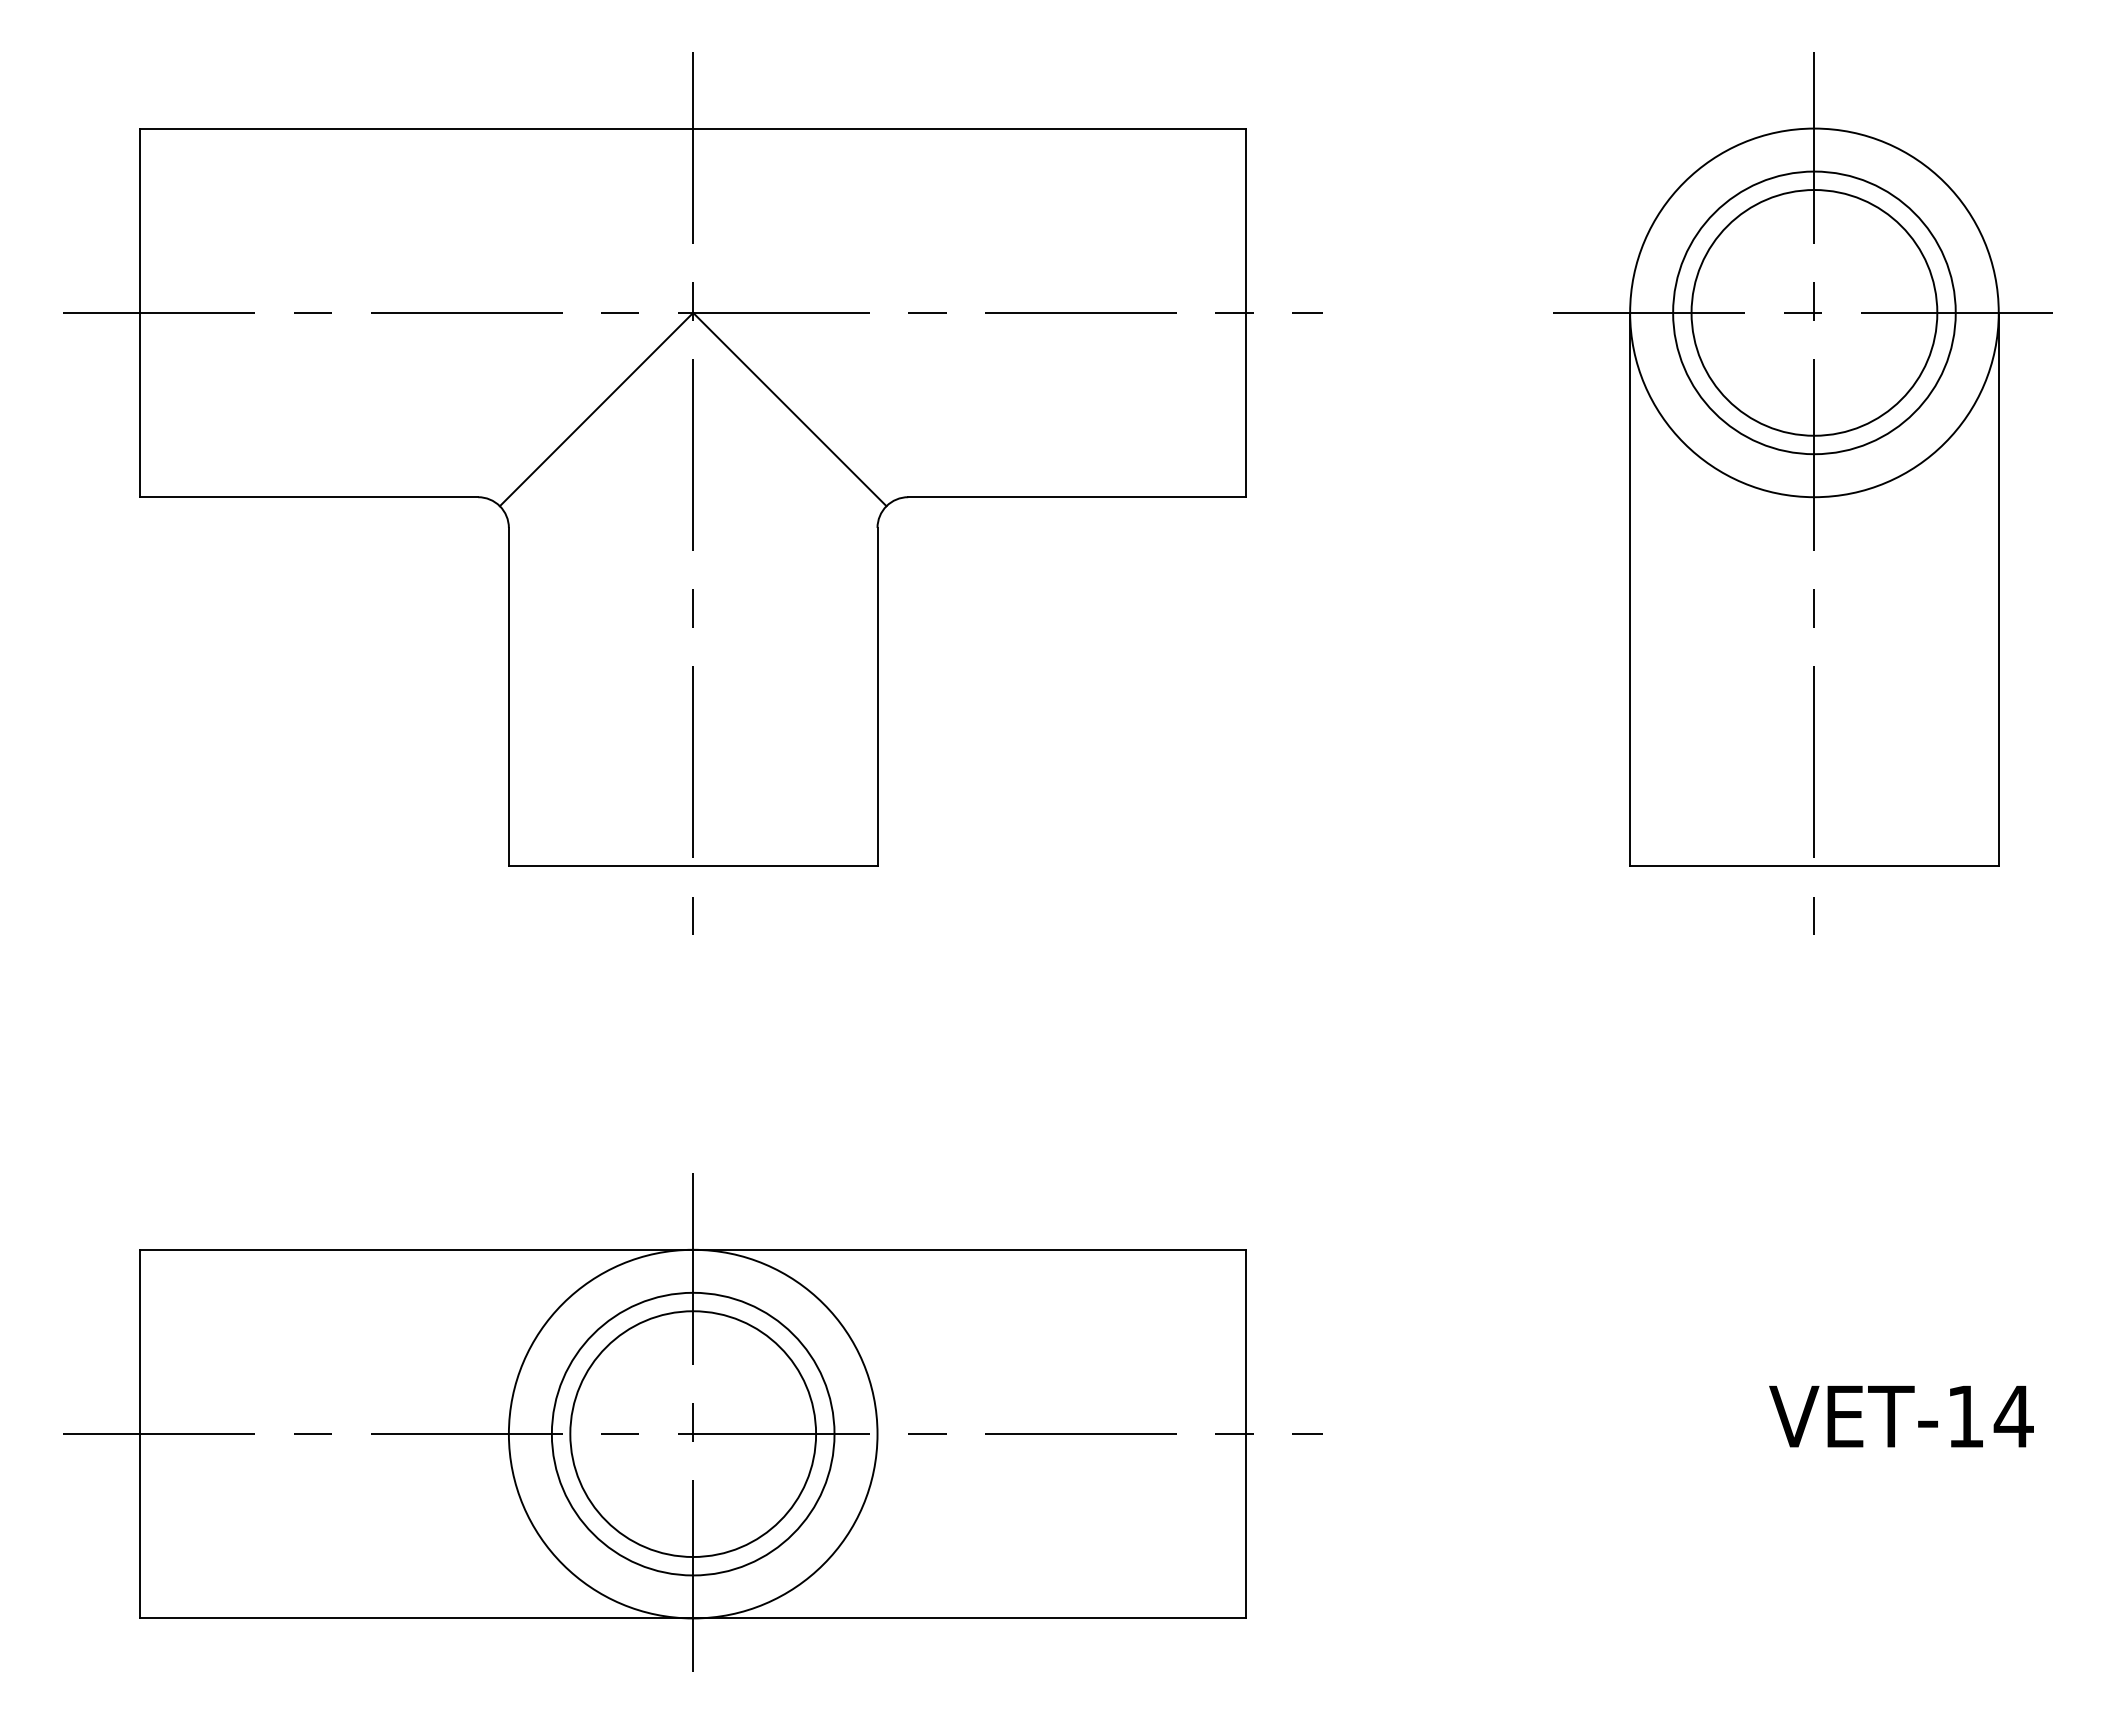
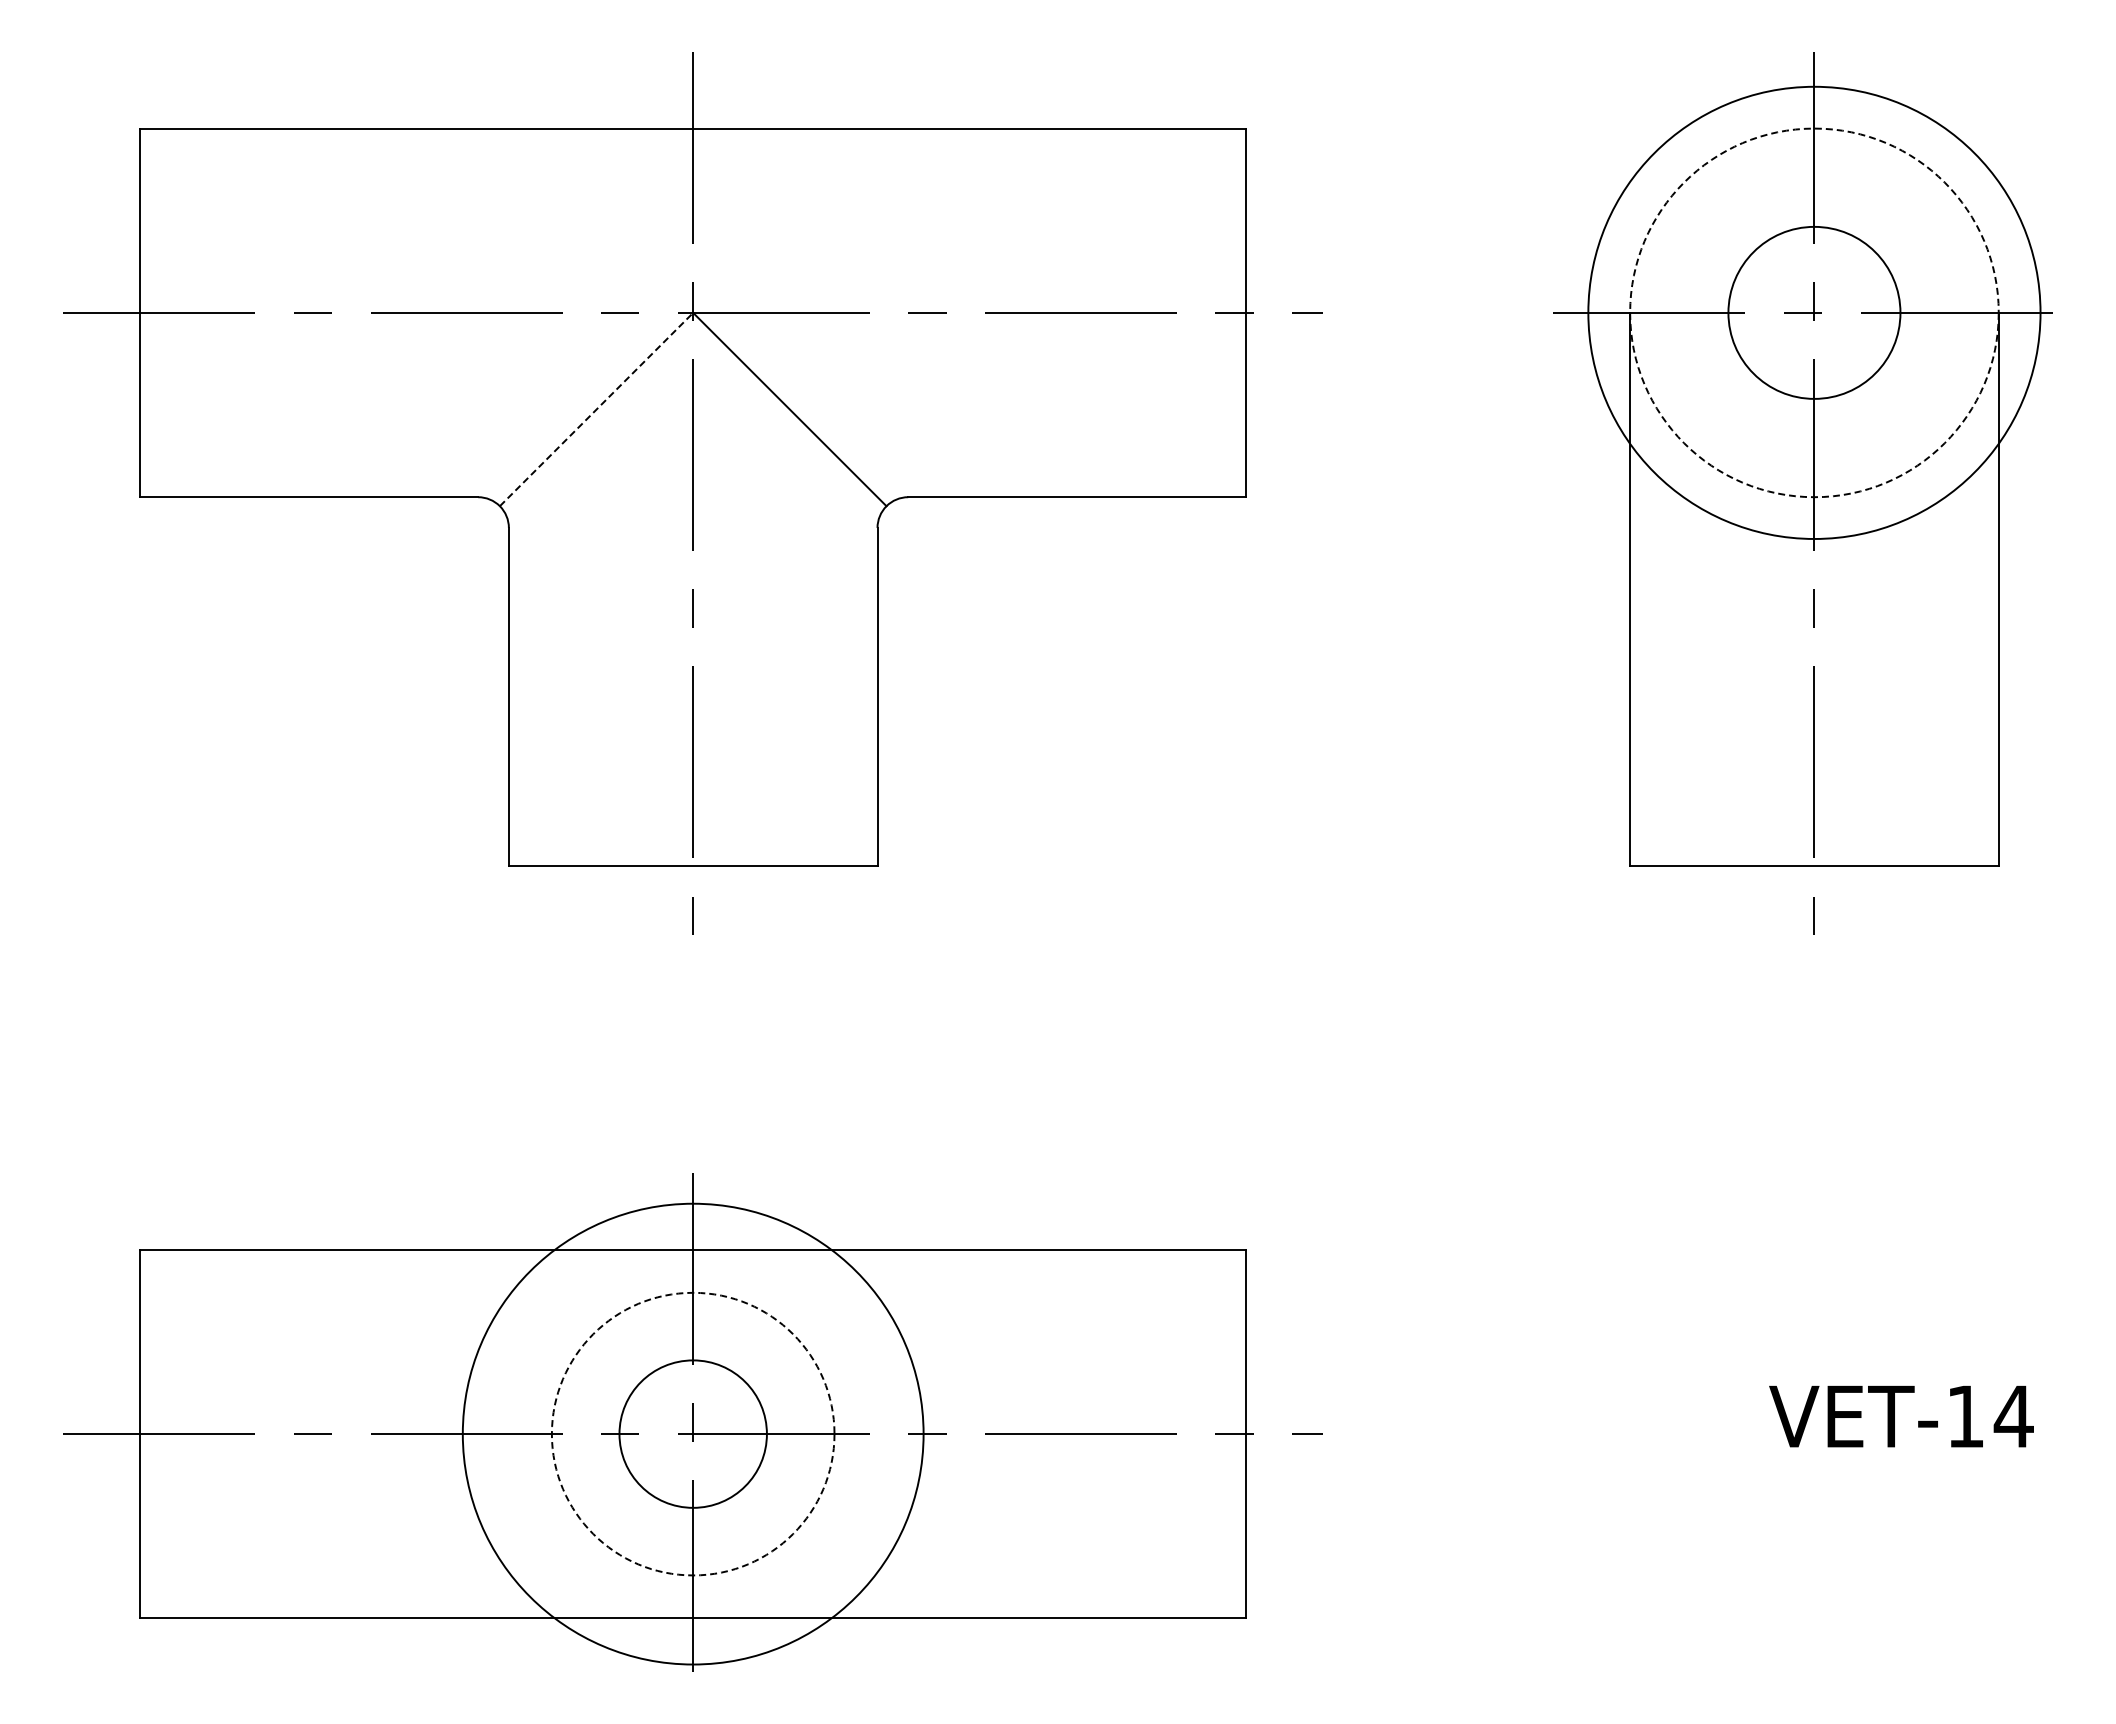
circle at (1814, 312) diameter: 246 px -> 172 px
circle at (1814, 312) diameter: 283 px -> 452 px
circle at (1814, 312): solid -> dashed
line at (596, 409): solid -> dashed
circle at (692, 1433) diameter: 369 px -> 461 px
circle at (692, 1433): solid -> dashed
circle at (693, 1434) diameter: 246 px -> 147 px
